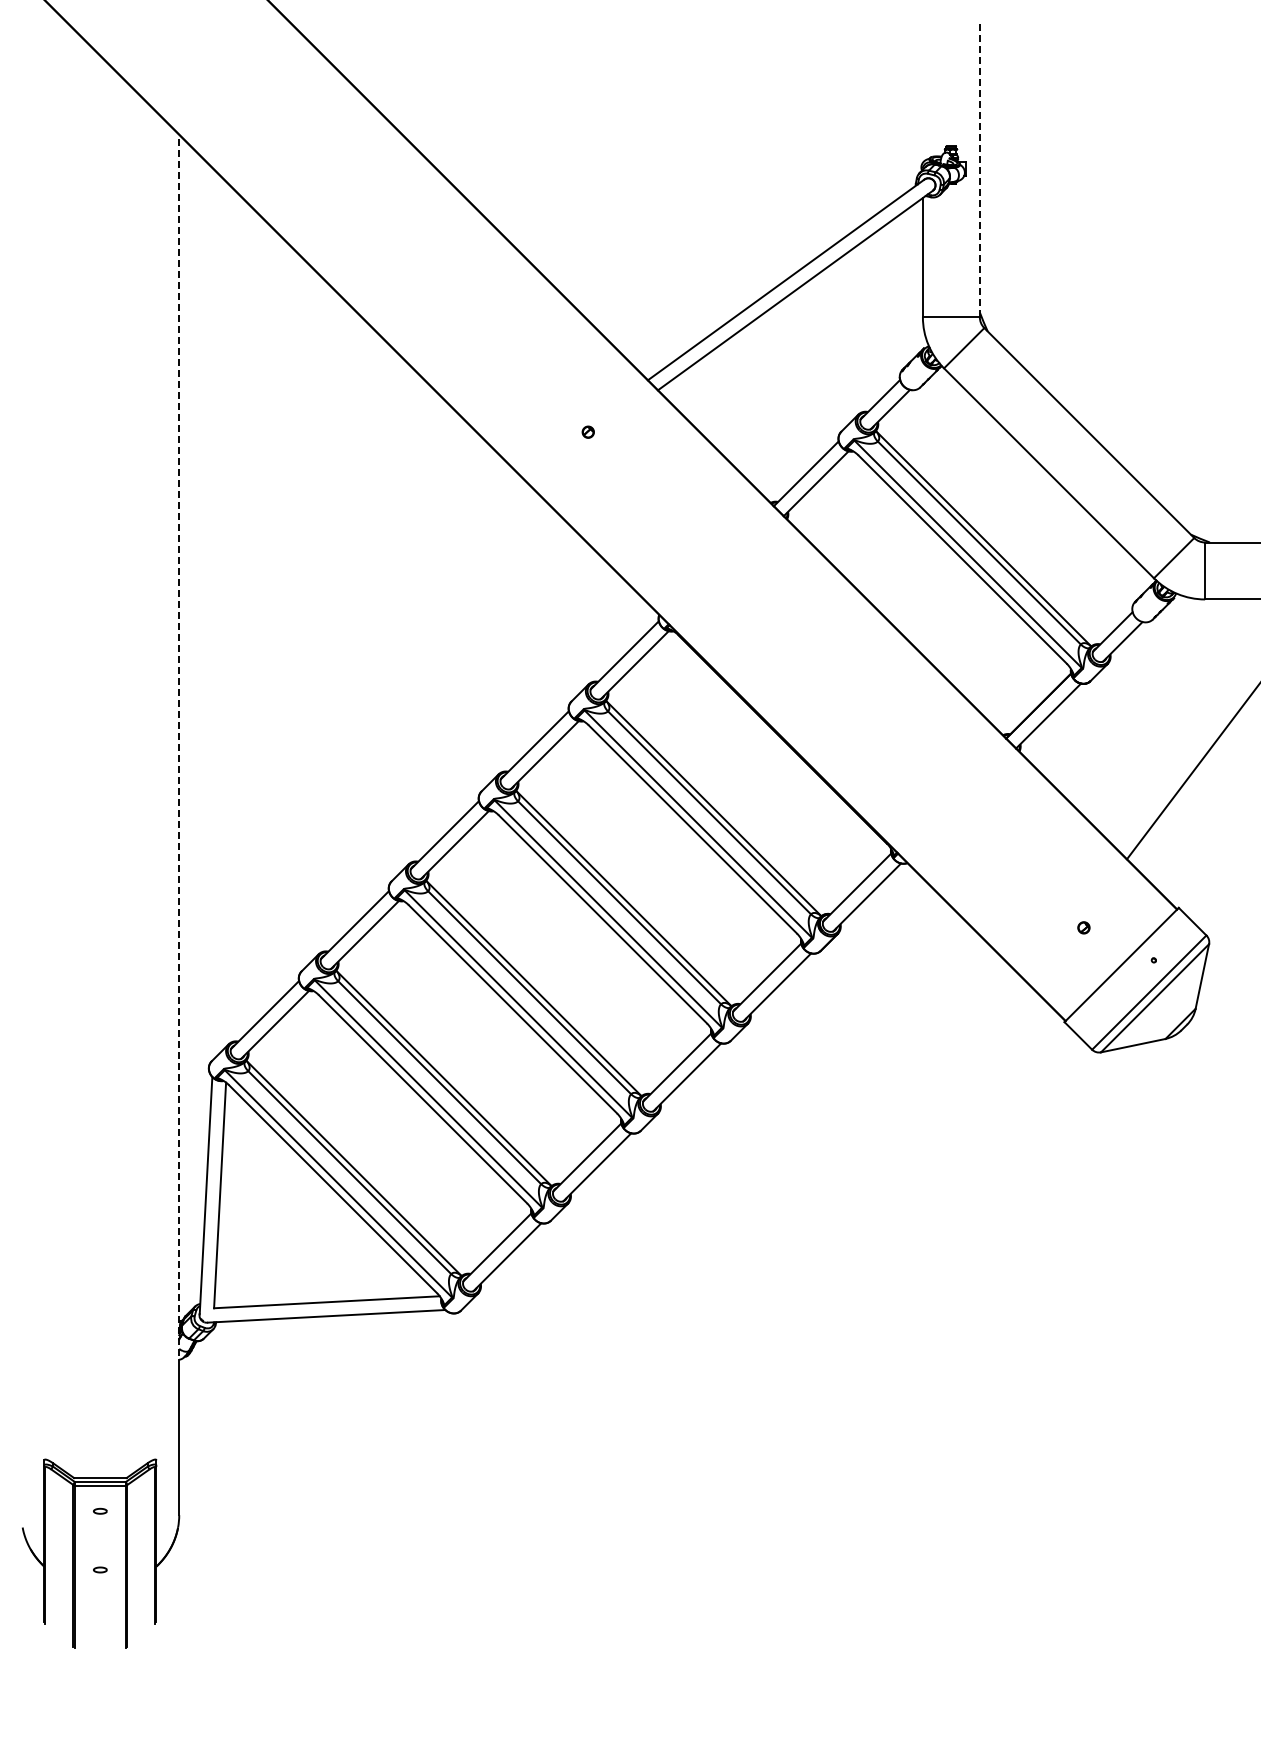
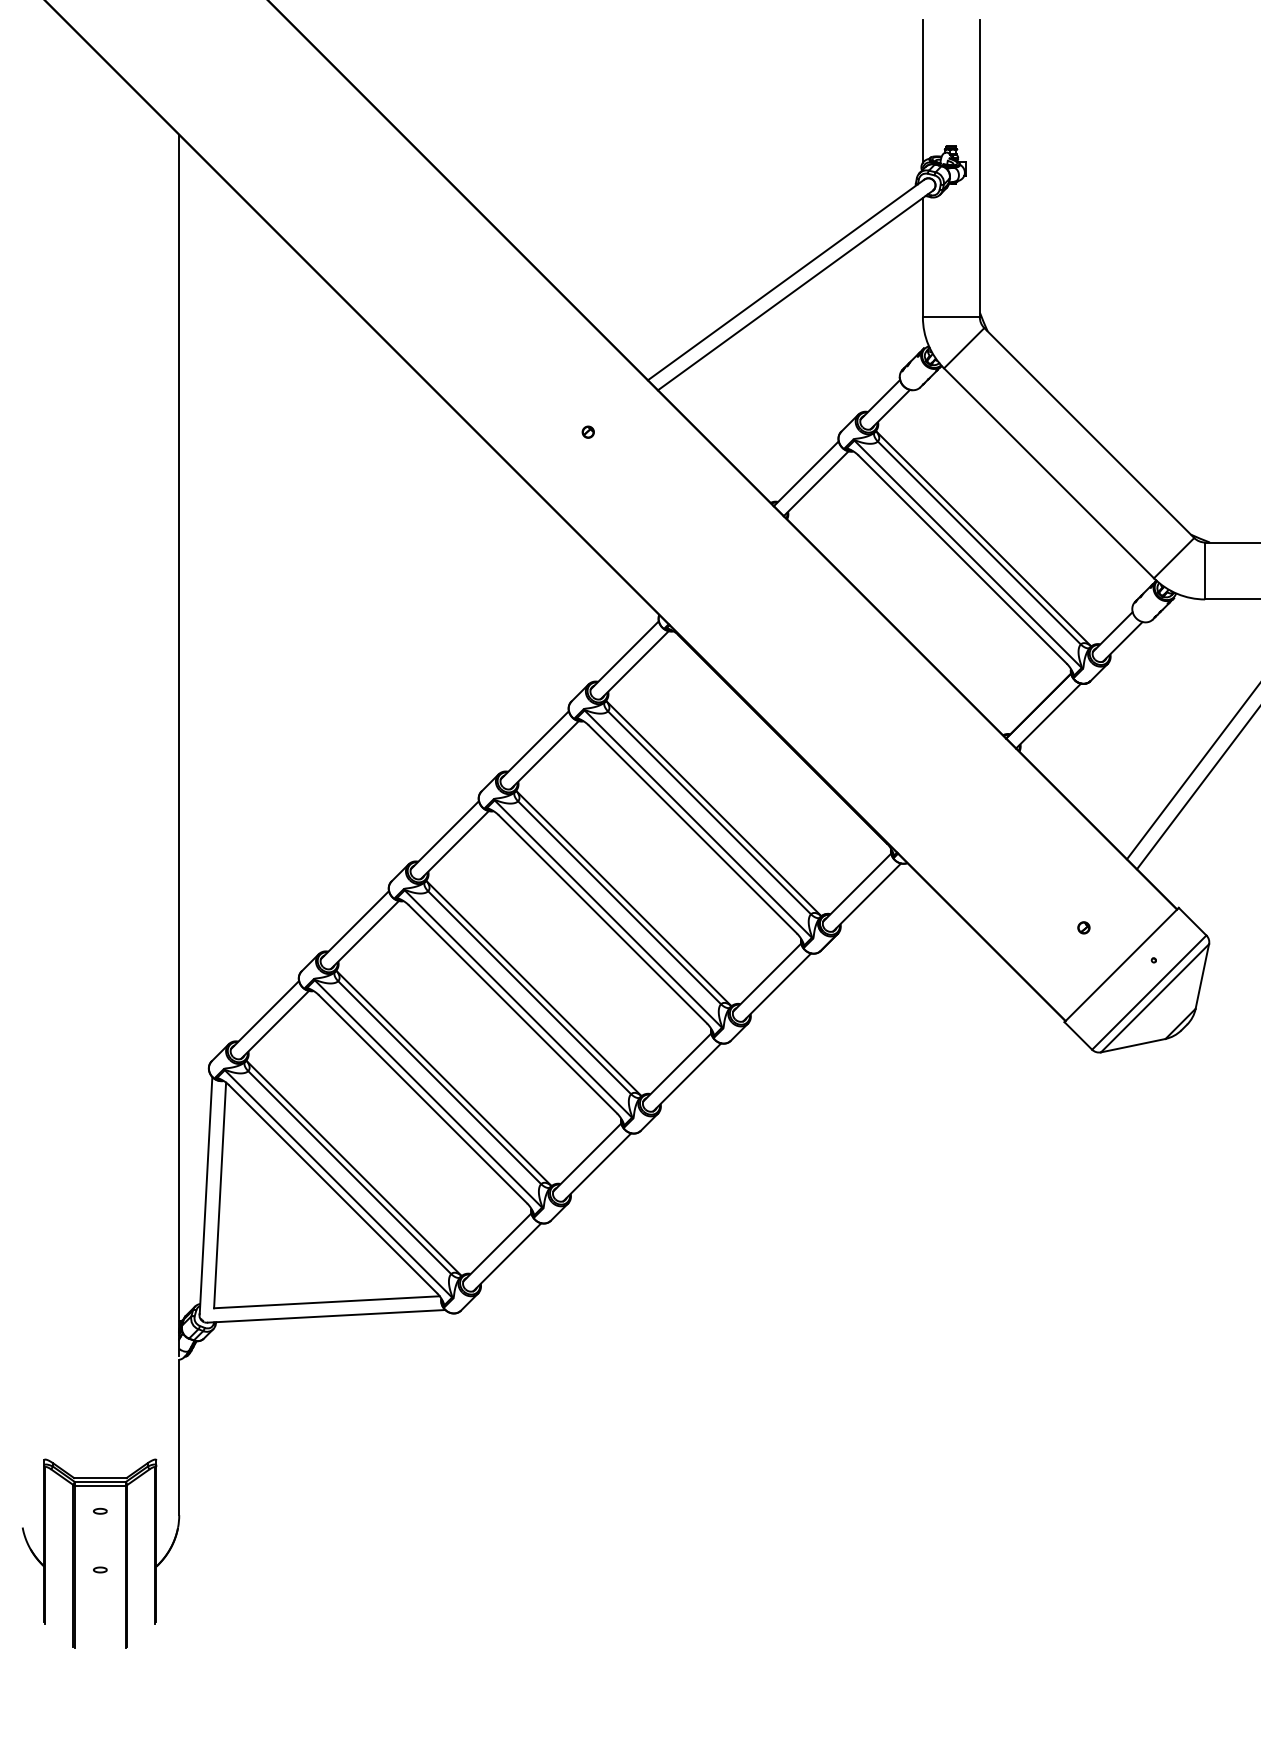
line at (922, 91): none -> present
line at (979, 168): dashed -> solid
line at (179, 745): dashed -> solid
line at (1196, 789): none -> present
